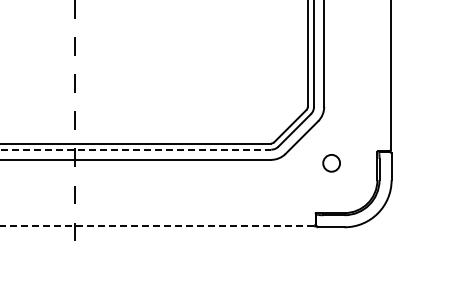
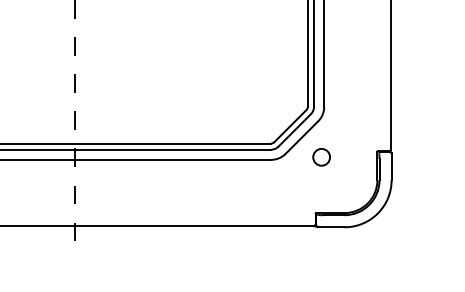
line at (136, 149): dashed -> solid
circle at (331, 163) position: (331, 163) -> (321, 157)
line at (157, 226): dashed -> solid
